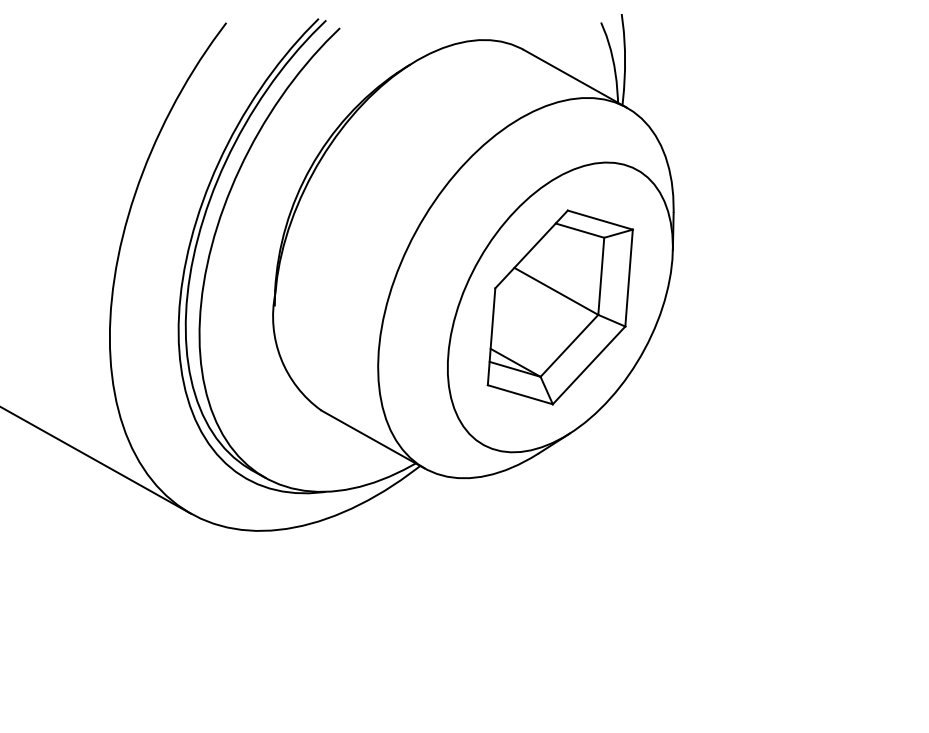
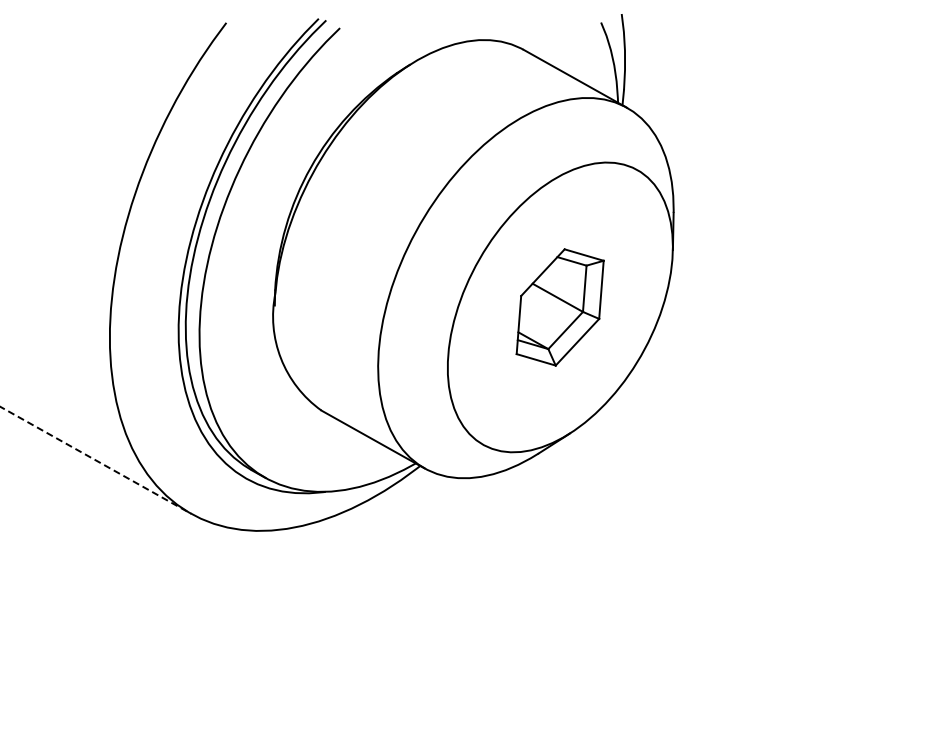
part at (559, 307) size: 148x197 px -> 90x119 px
line at (96, 460): solid -> dashed
